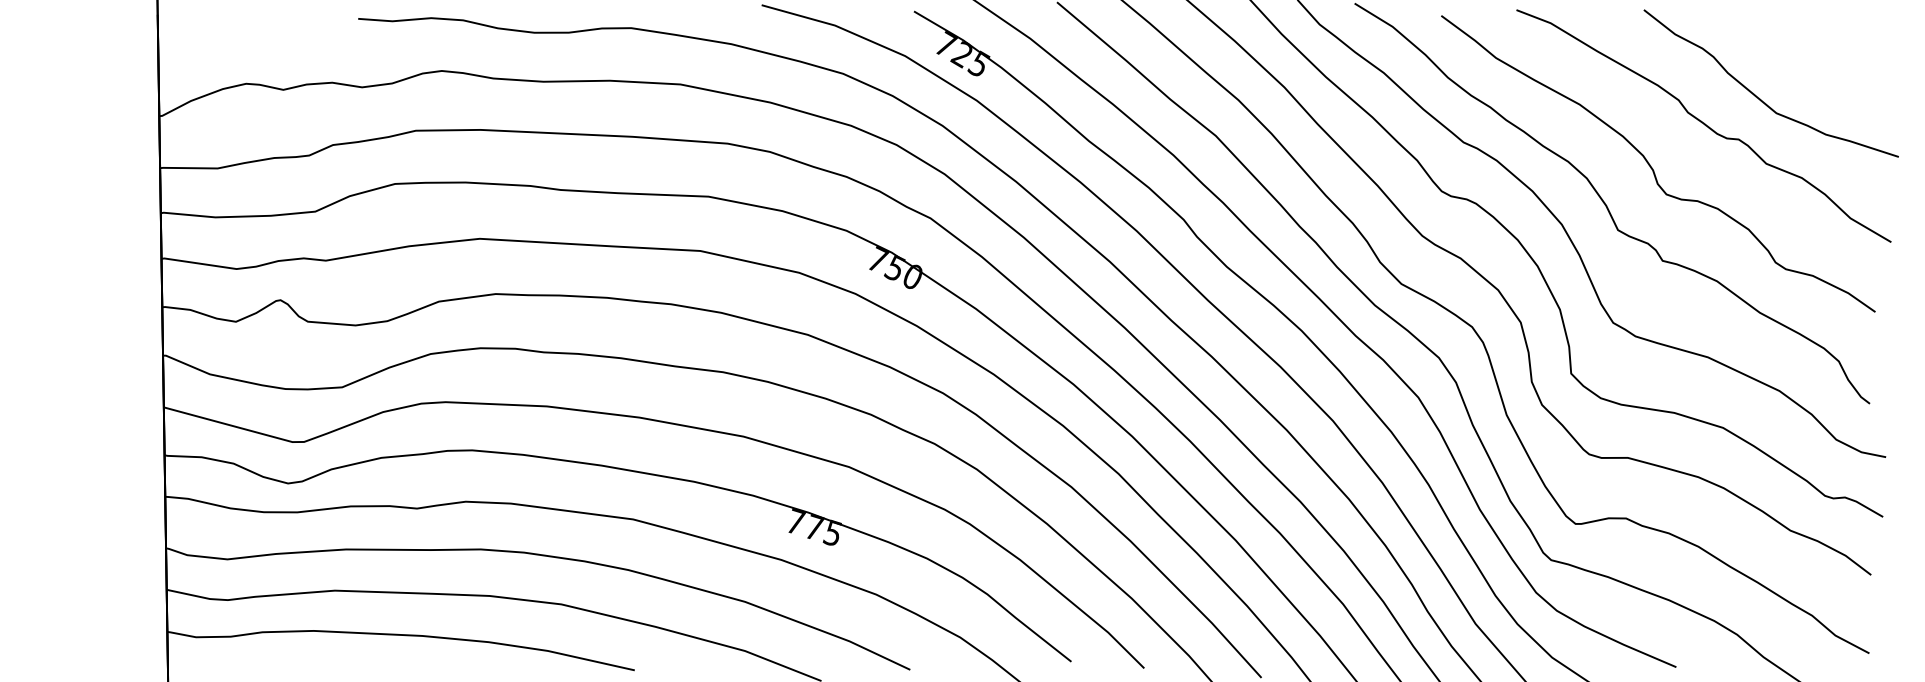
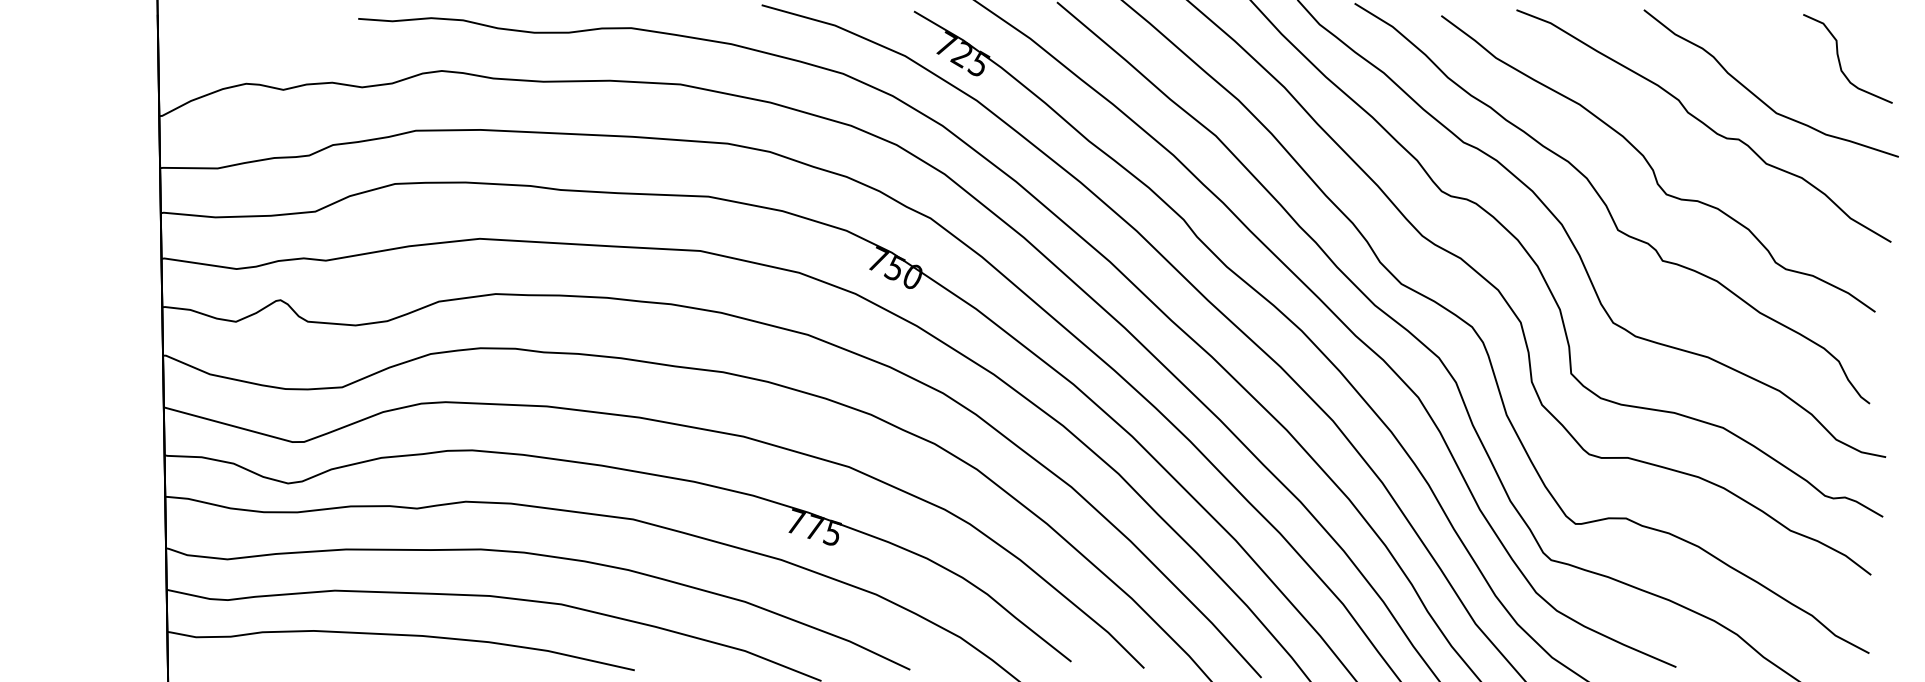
part at (1840, 61): none -> present
